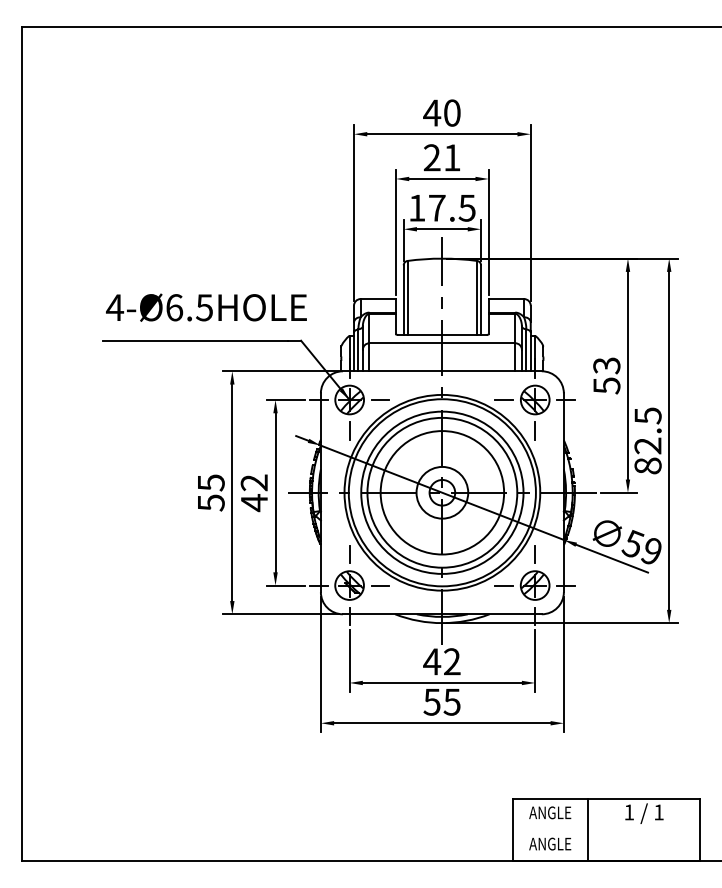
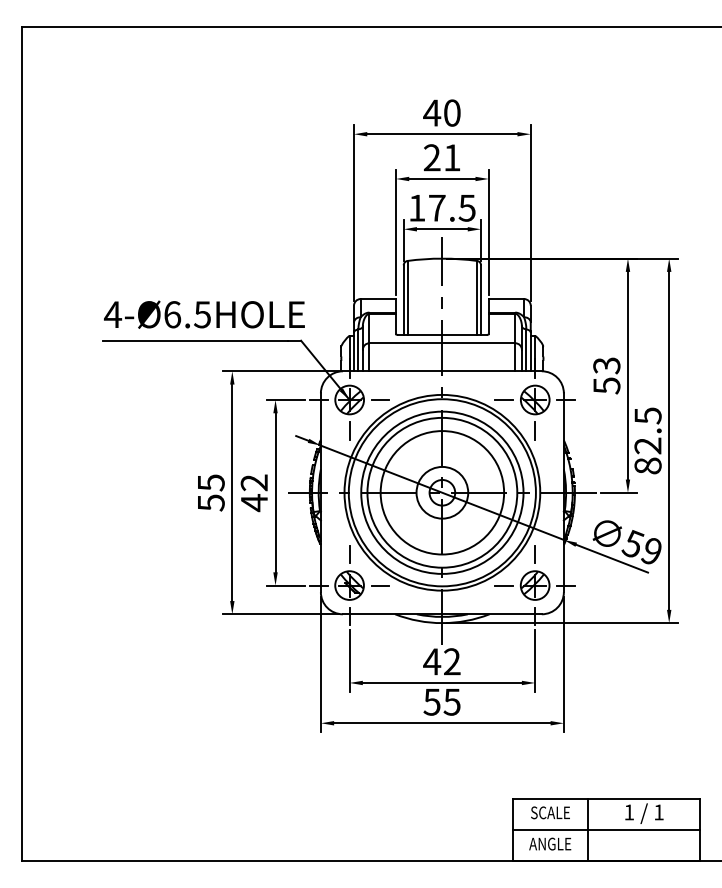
text at (206, 307) position: (206, 307) -> (204, 314)
text at (550, 812): ANGLE -> SCALE
line at (606, 830): none -> present
